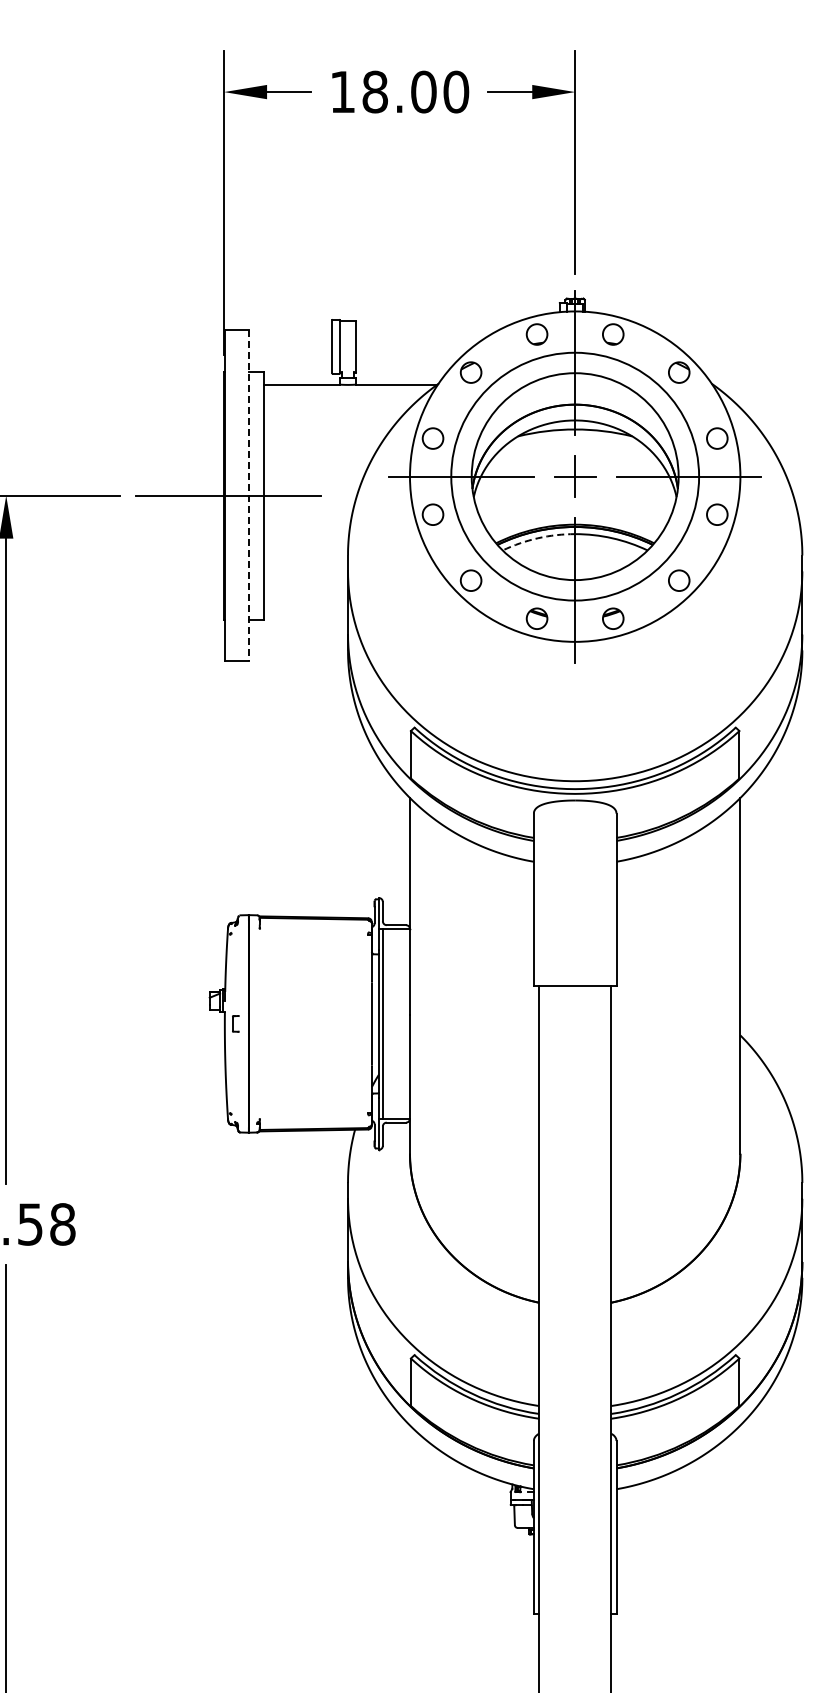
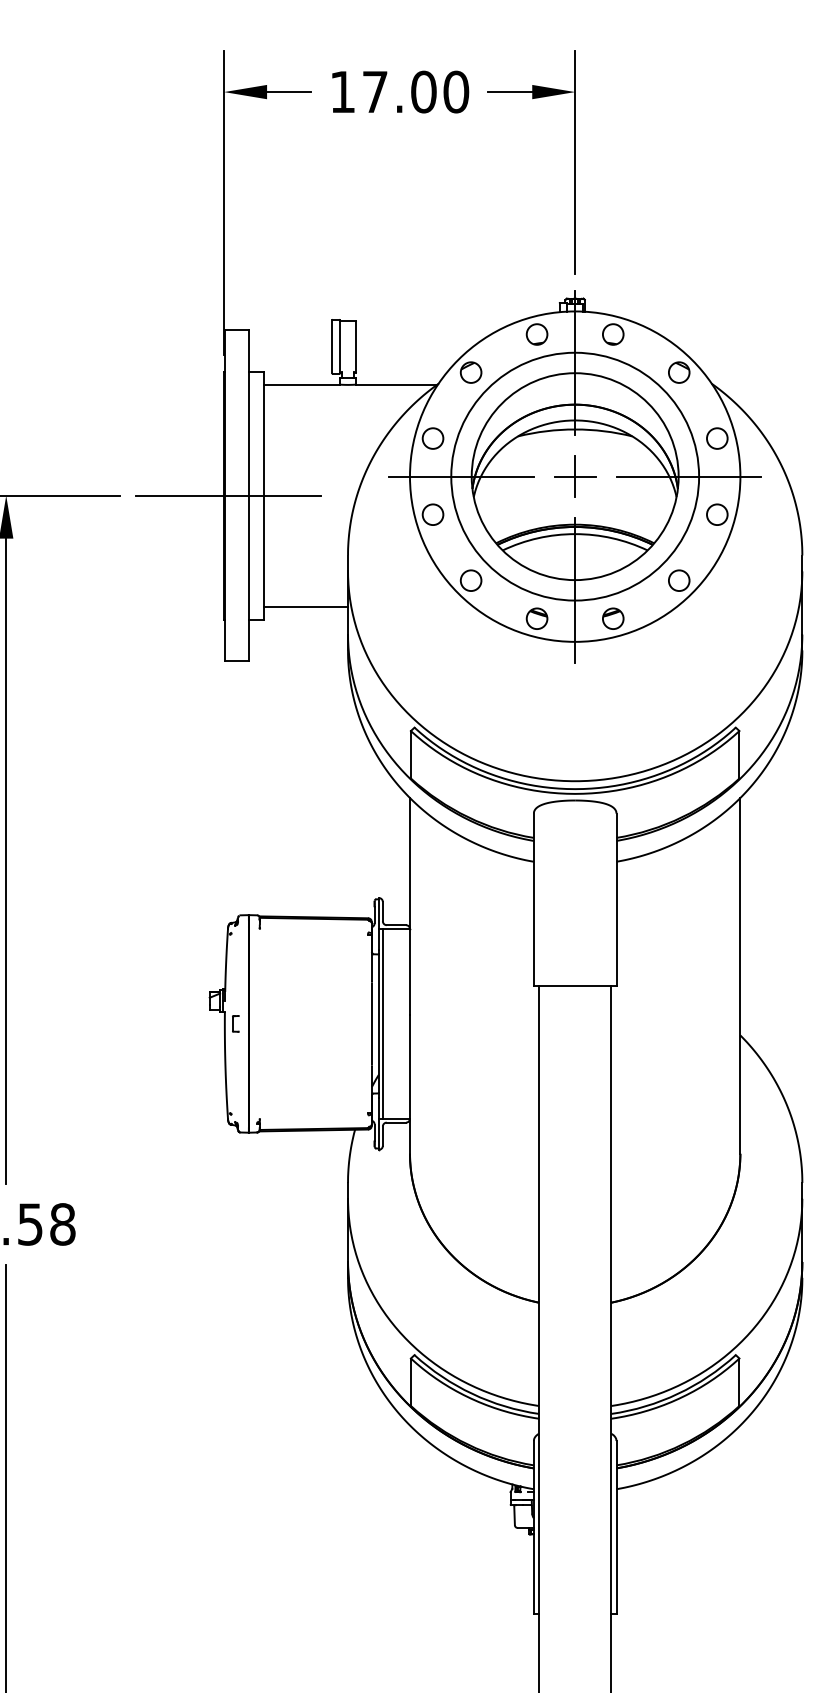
text at (374, 91): 18.00 -> 17.00
line at (248, 496): dashed -> solid
arc at (538, 538): dashed -> solid
line at (306, 606): none -> present
